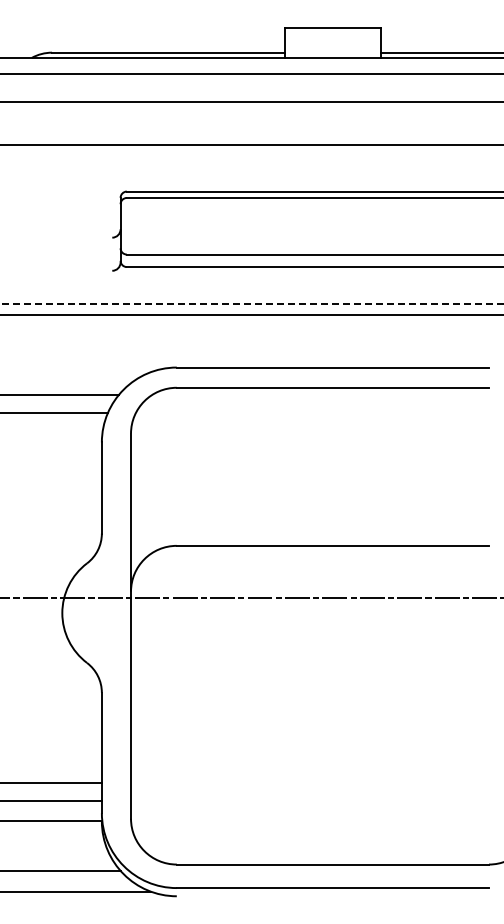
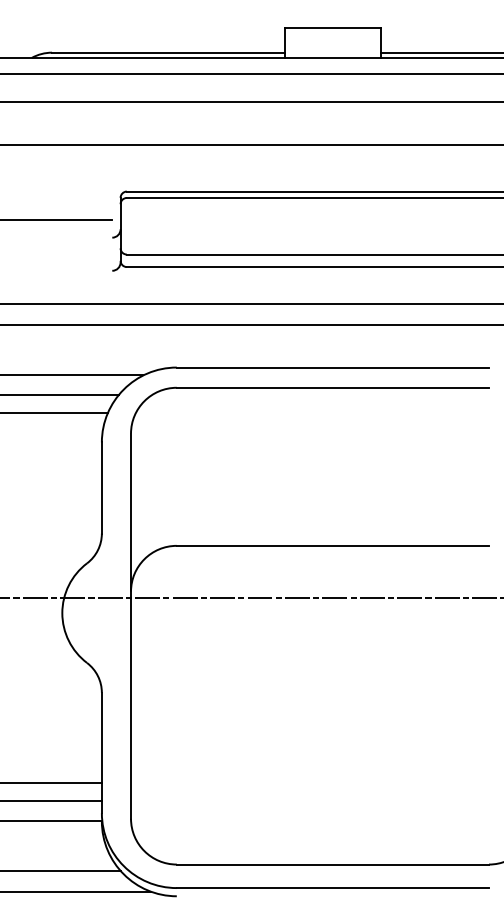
line at (57, 219): none -> present
line at (252, 304): dashed -> solid
line at (251, 314) position: (251, 314) -> (251, 324)
line at (72, 375): none -> present
